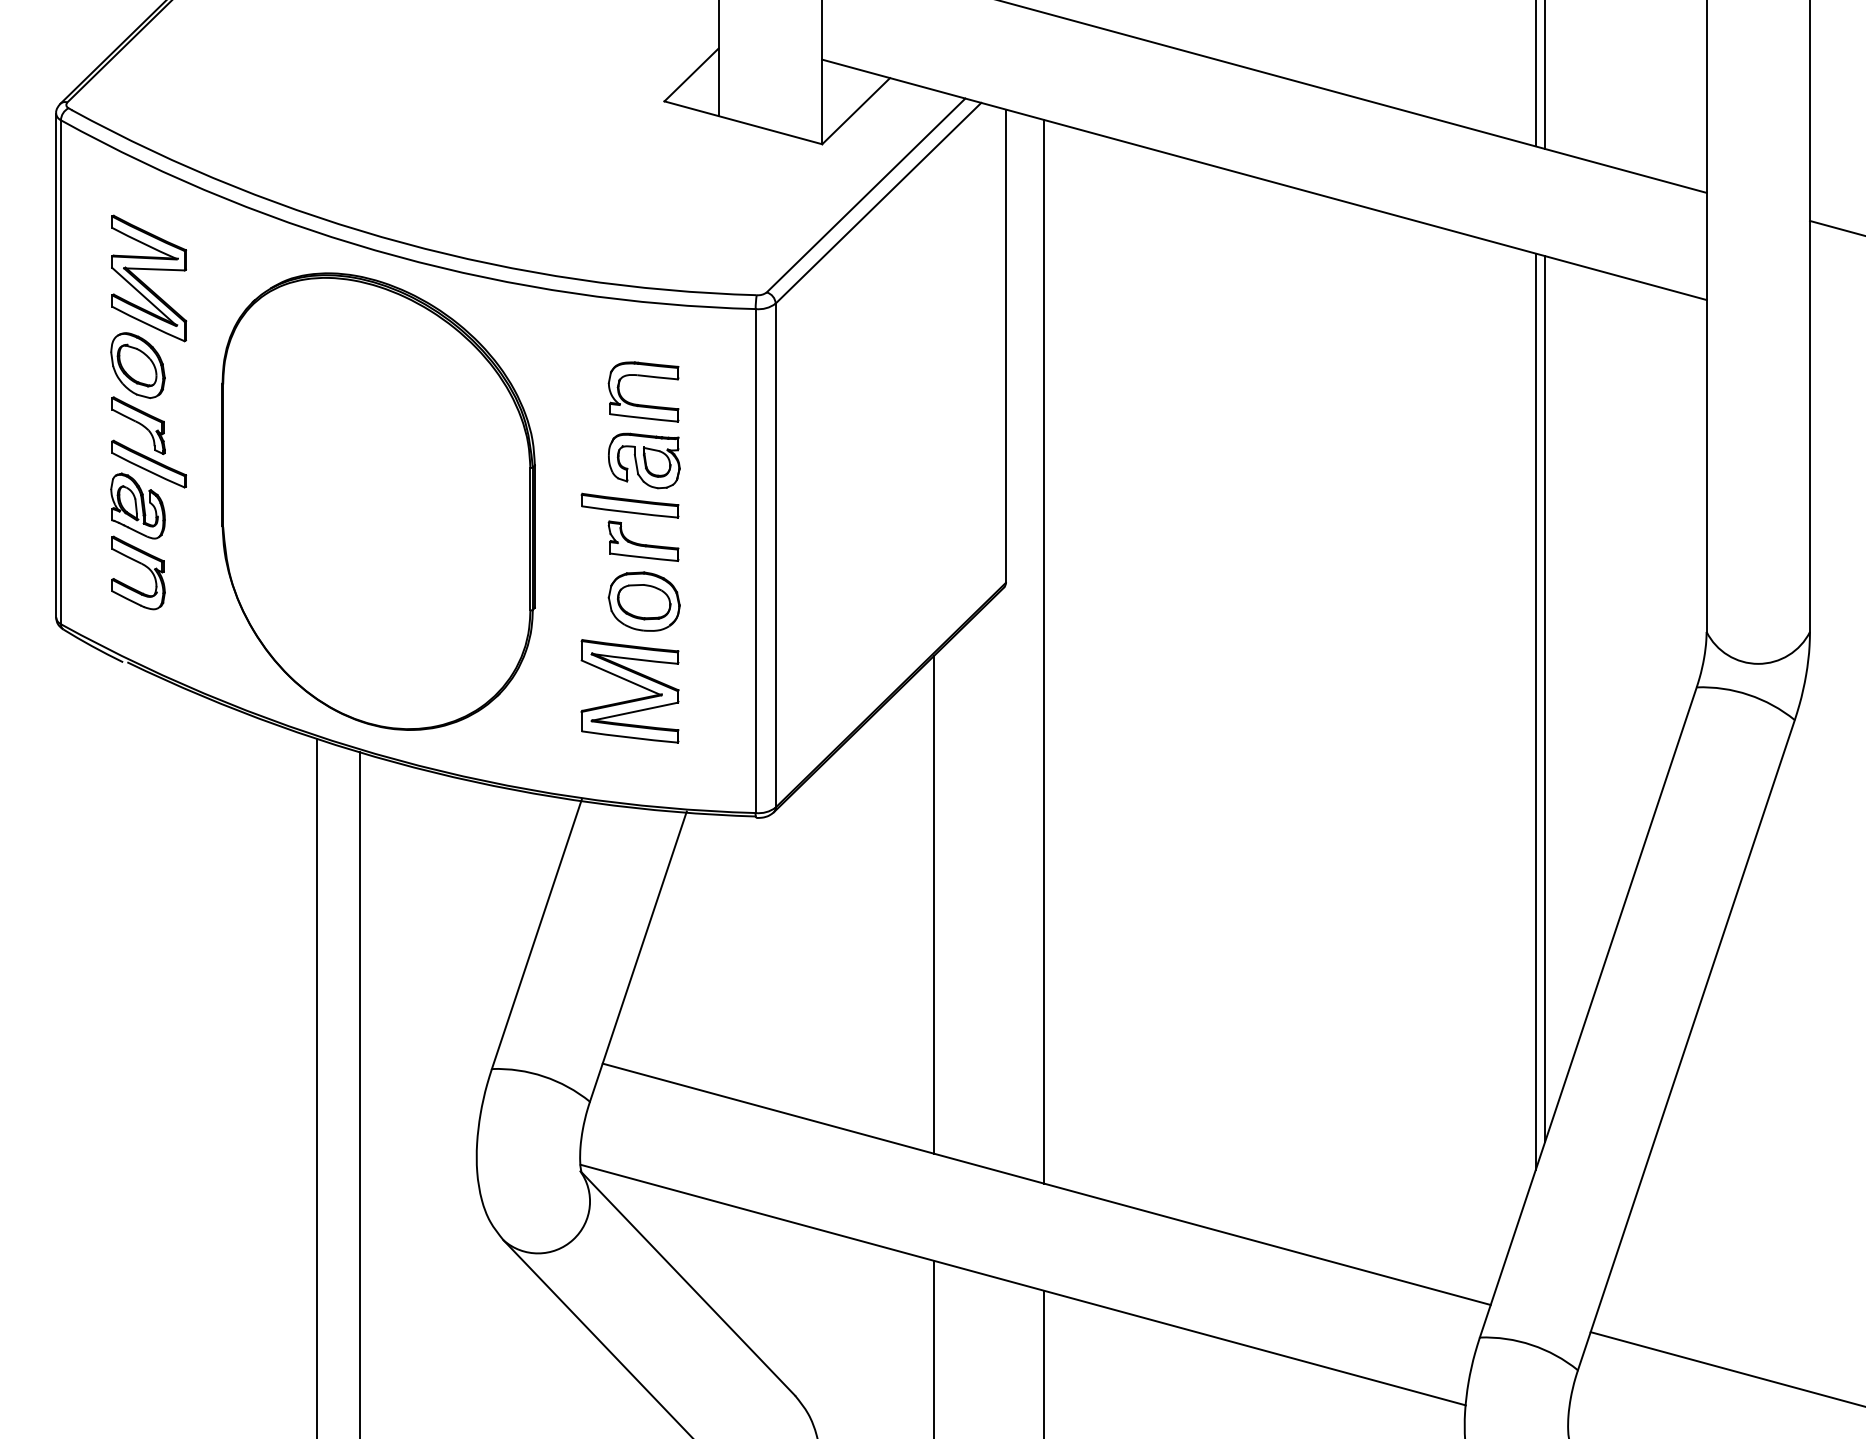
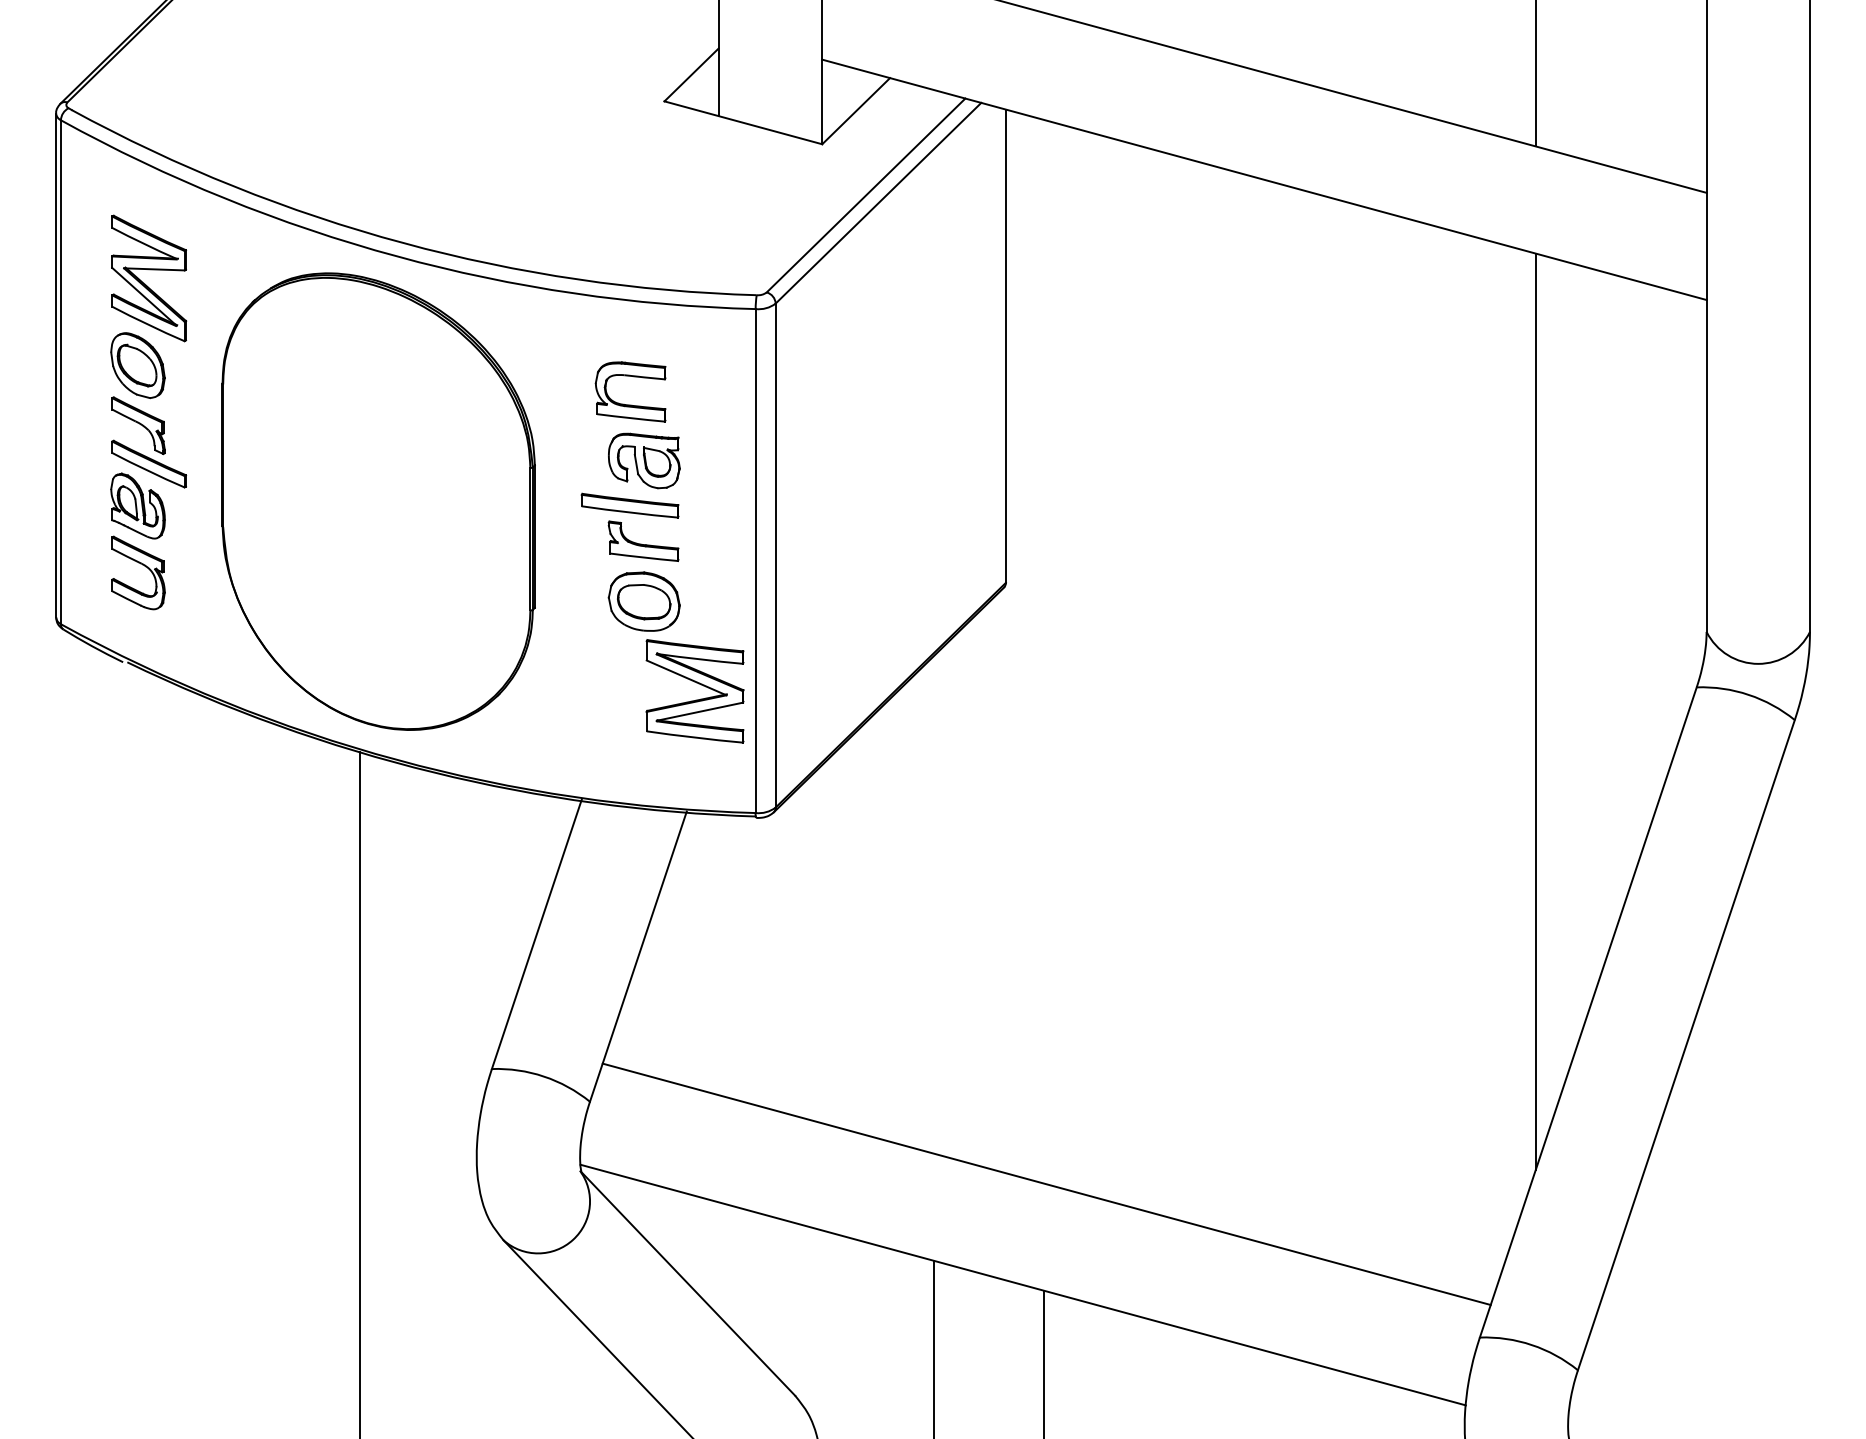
line at (1545, 75): present -> none
line at (1836, 227): present -> none
part at (643, 404) position: (643, 404) -> (630, 404)
line at (1043, 651): present -> none
part at (633, 684) position: (633, 684) -> (698, 684)
line at (1545, 698): present -> none
line at (934, 904): present -> none
line at (317, 1087): present -> none
line at (1726, 1369): present -> none
